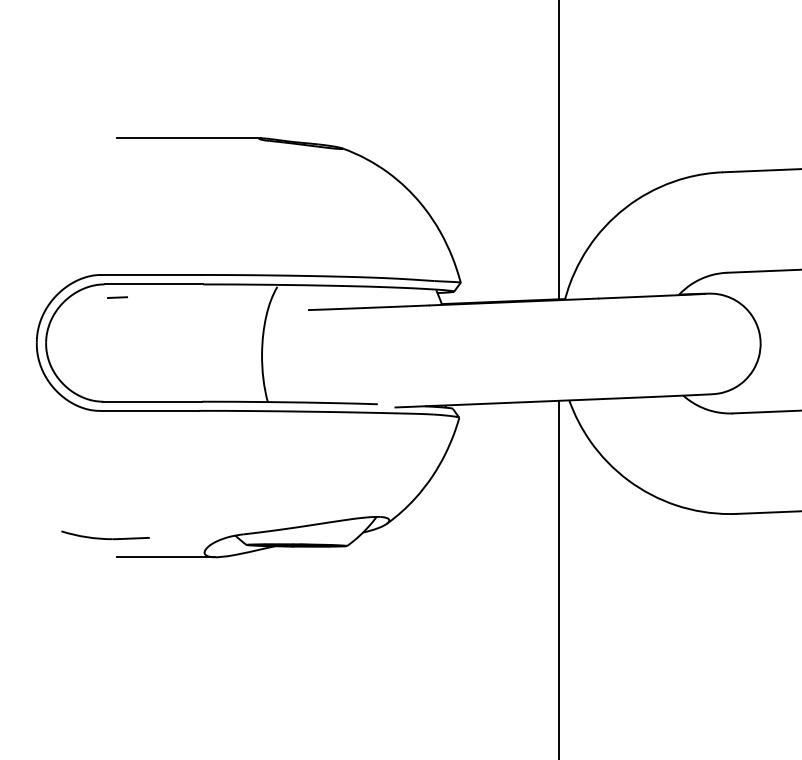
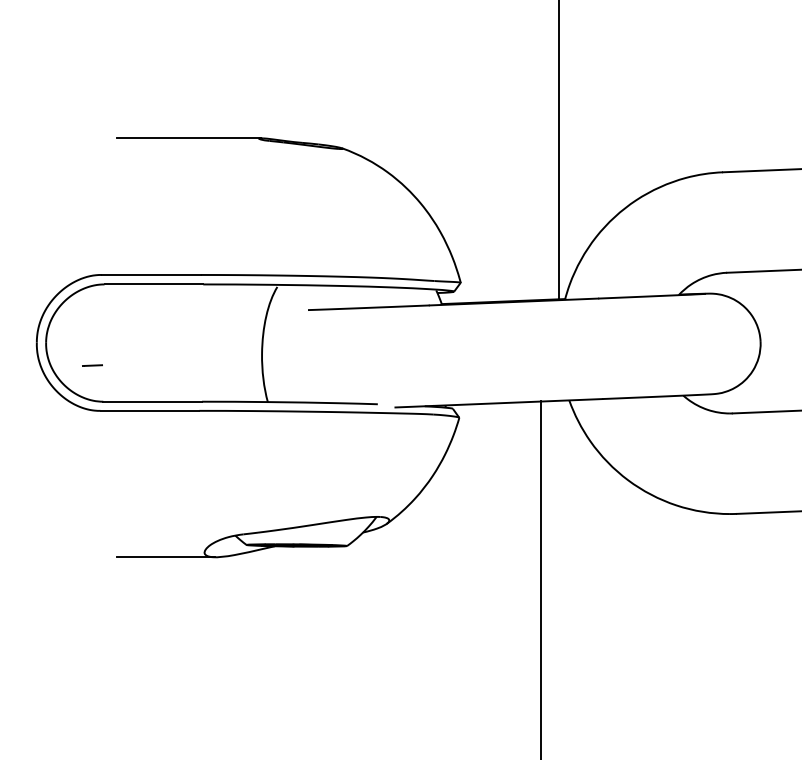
line at (117, 297) position: (117, 297) -> (92, 365)
part at (105, 535): present -> none
line at (558, 578) position: (558, 578) -> (540, 578)
